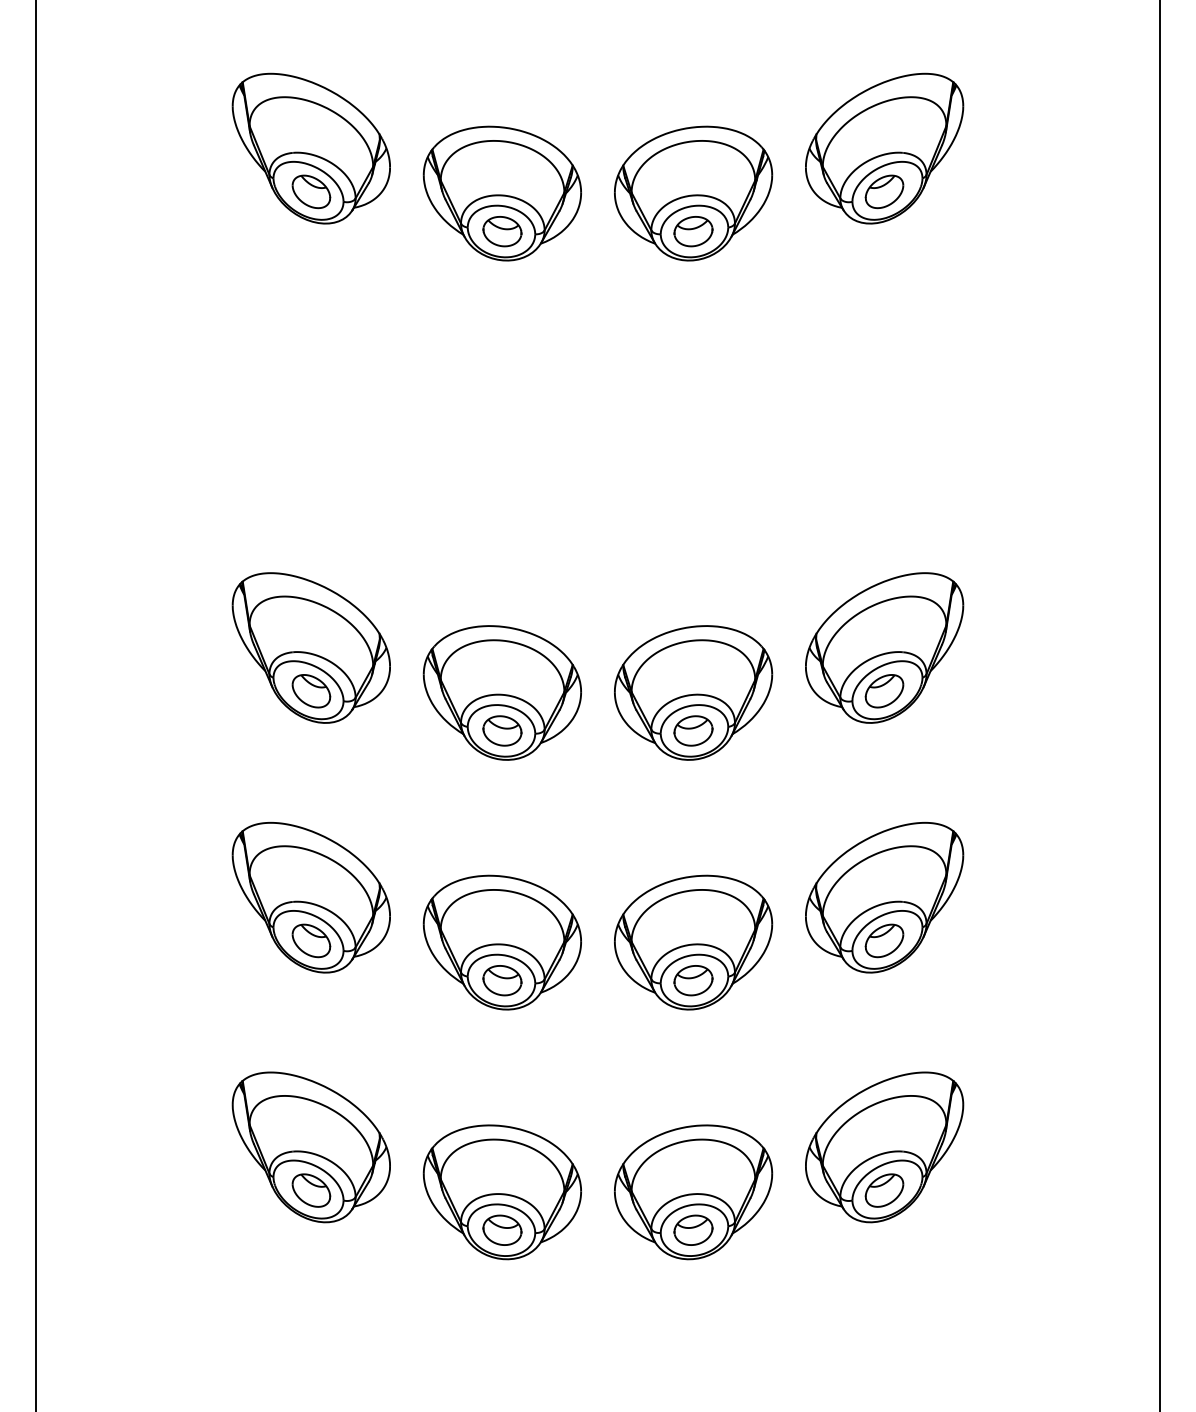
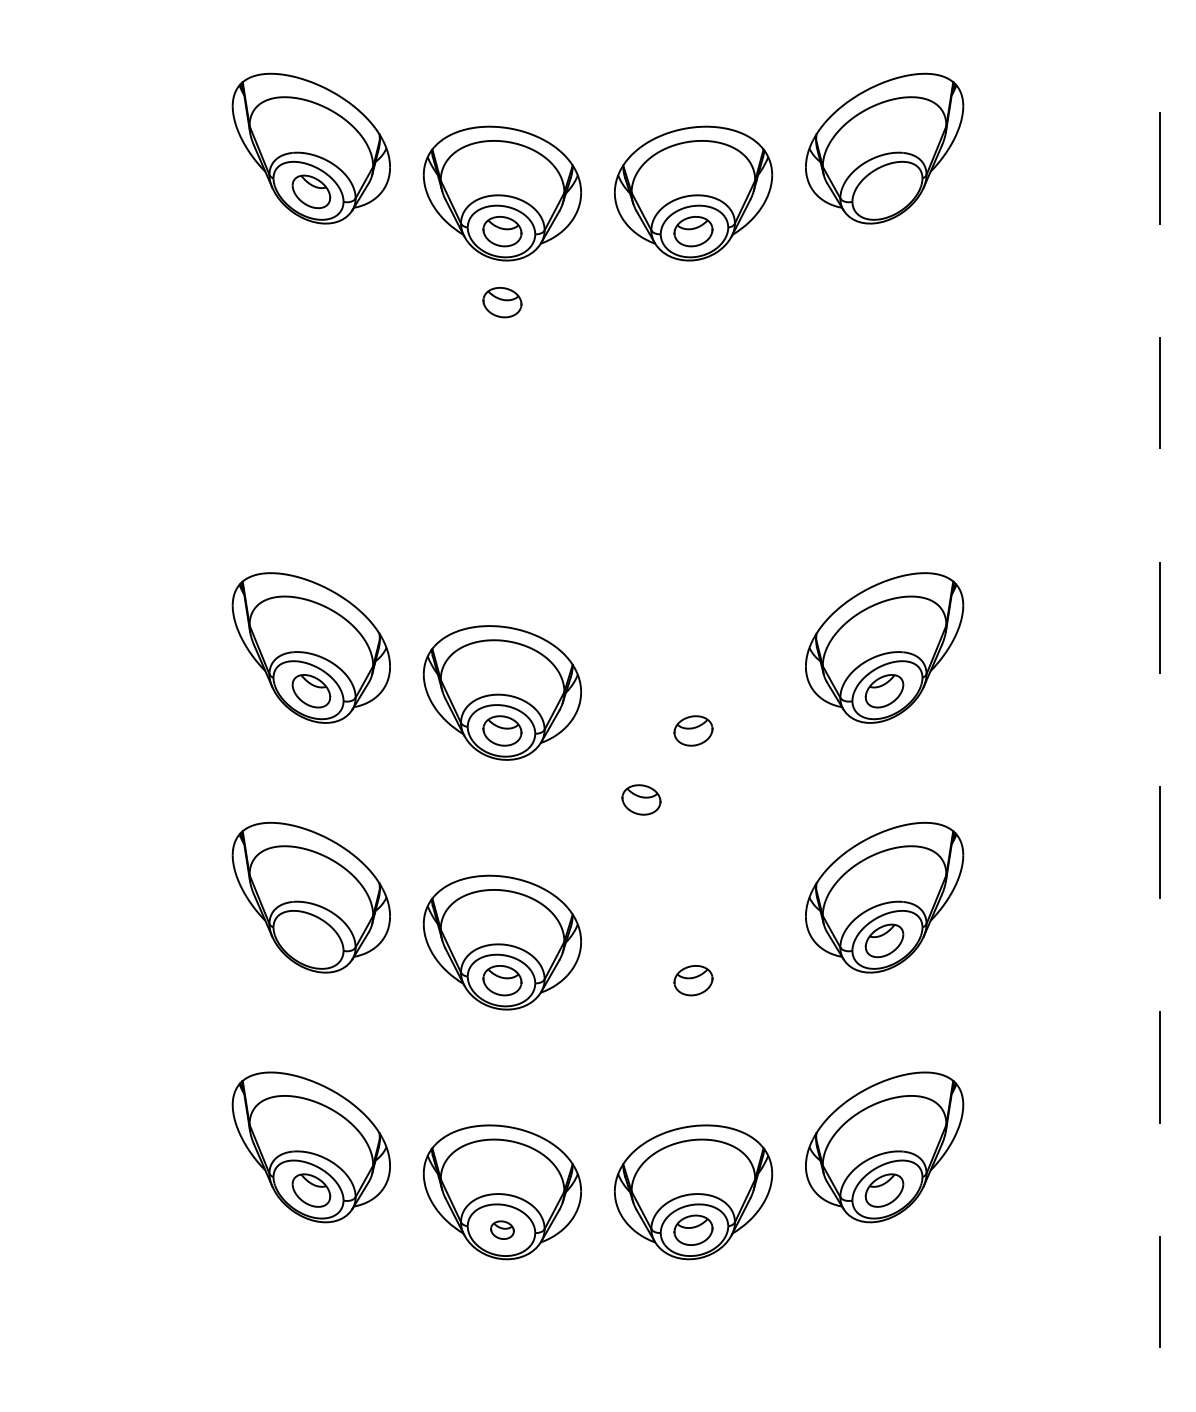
part at (884, 191): present -> none
part at (502, 302): none -> present
part at (693, 692): present -> none
line at (36, 705): present -> none
line at (1159, 705): solid -> dashed
part at (641, 799): none -> present
part at (311, 940): present -> none
part at (693, 942): present -> none
part at (502, 1229) size: 41x32 px -> 25x20 px
